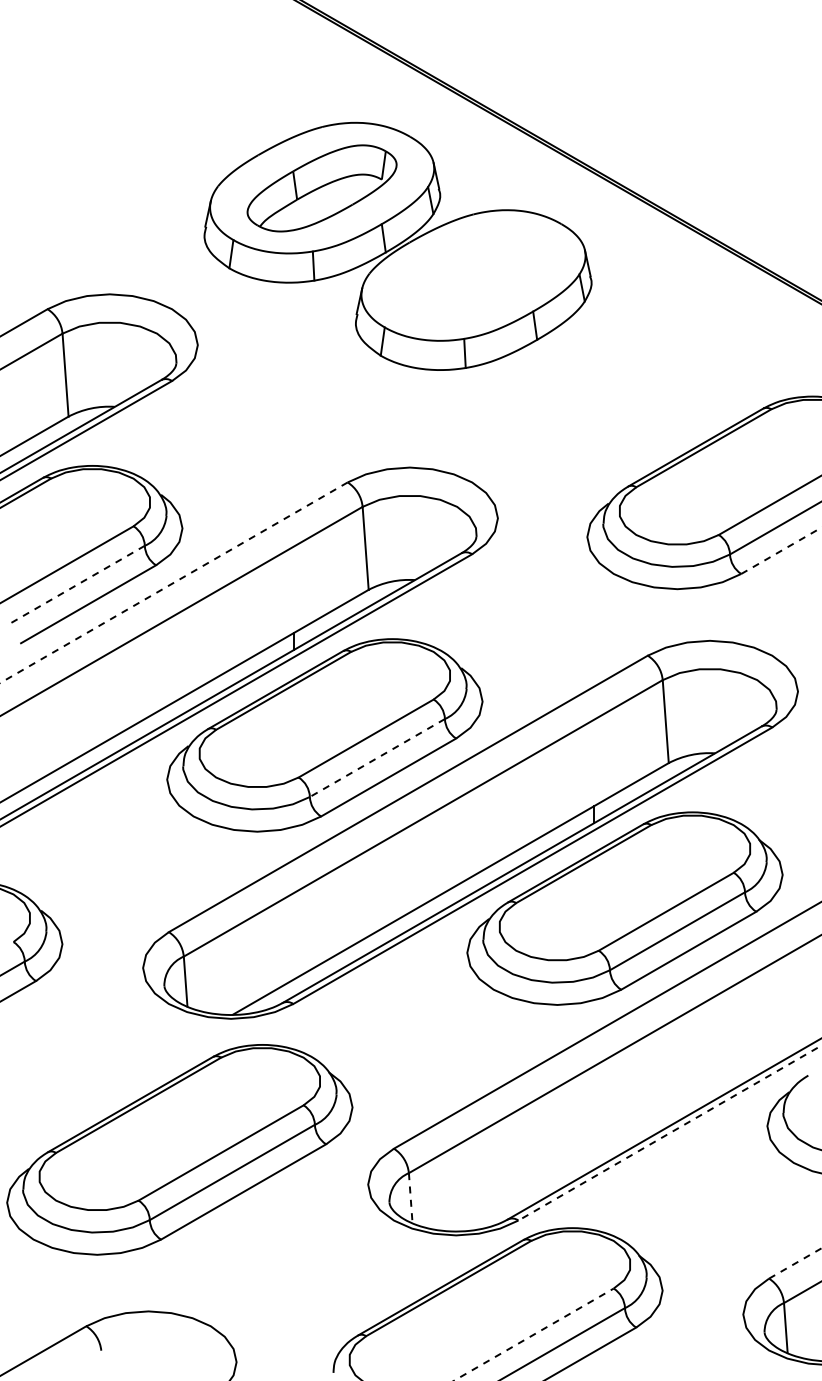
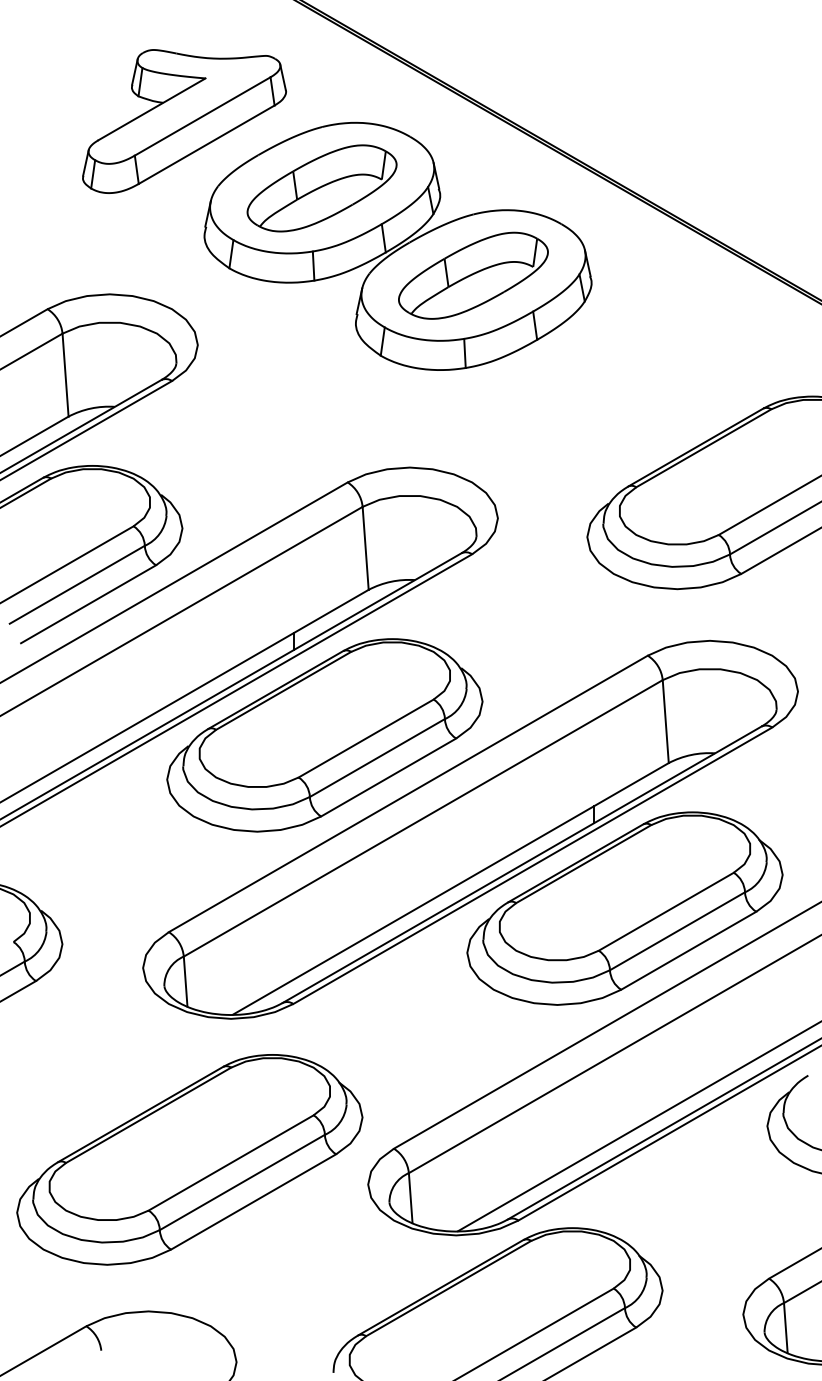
part at (184, 121): none -> present
part at (473, 275): none -> present
line at (781, 550): dashed -> solid
line at (173, 582): dashed -> solid
line at (77, 584): dashed -> solid
line at (377, 758): dashed -> solid
line at (638, 1126): none -> present
line at (669, 1133): dashed -> solid
part at (179, 1149) position: (179, 1149) -> (189, 1159)
line at (410, 1198): dashed -> solid
line at (795, 1263): dashed -> solid
line at (534, 1334): dashed -> solid
